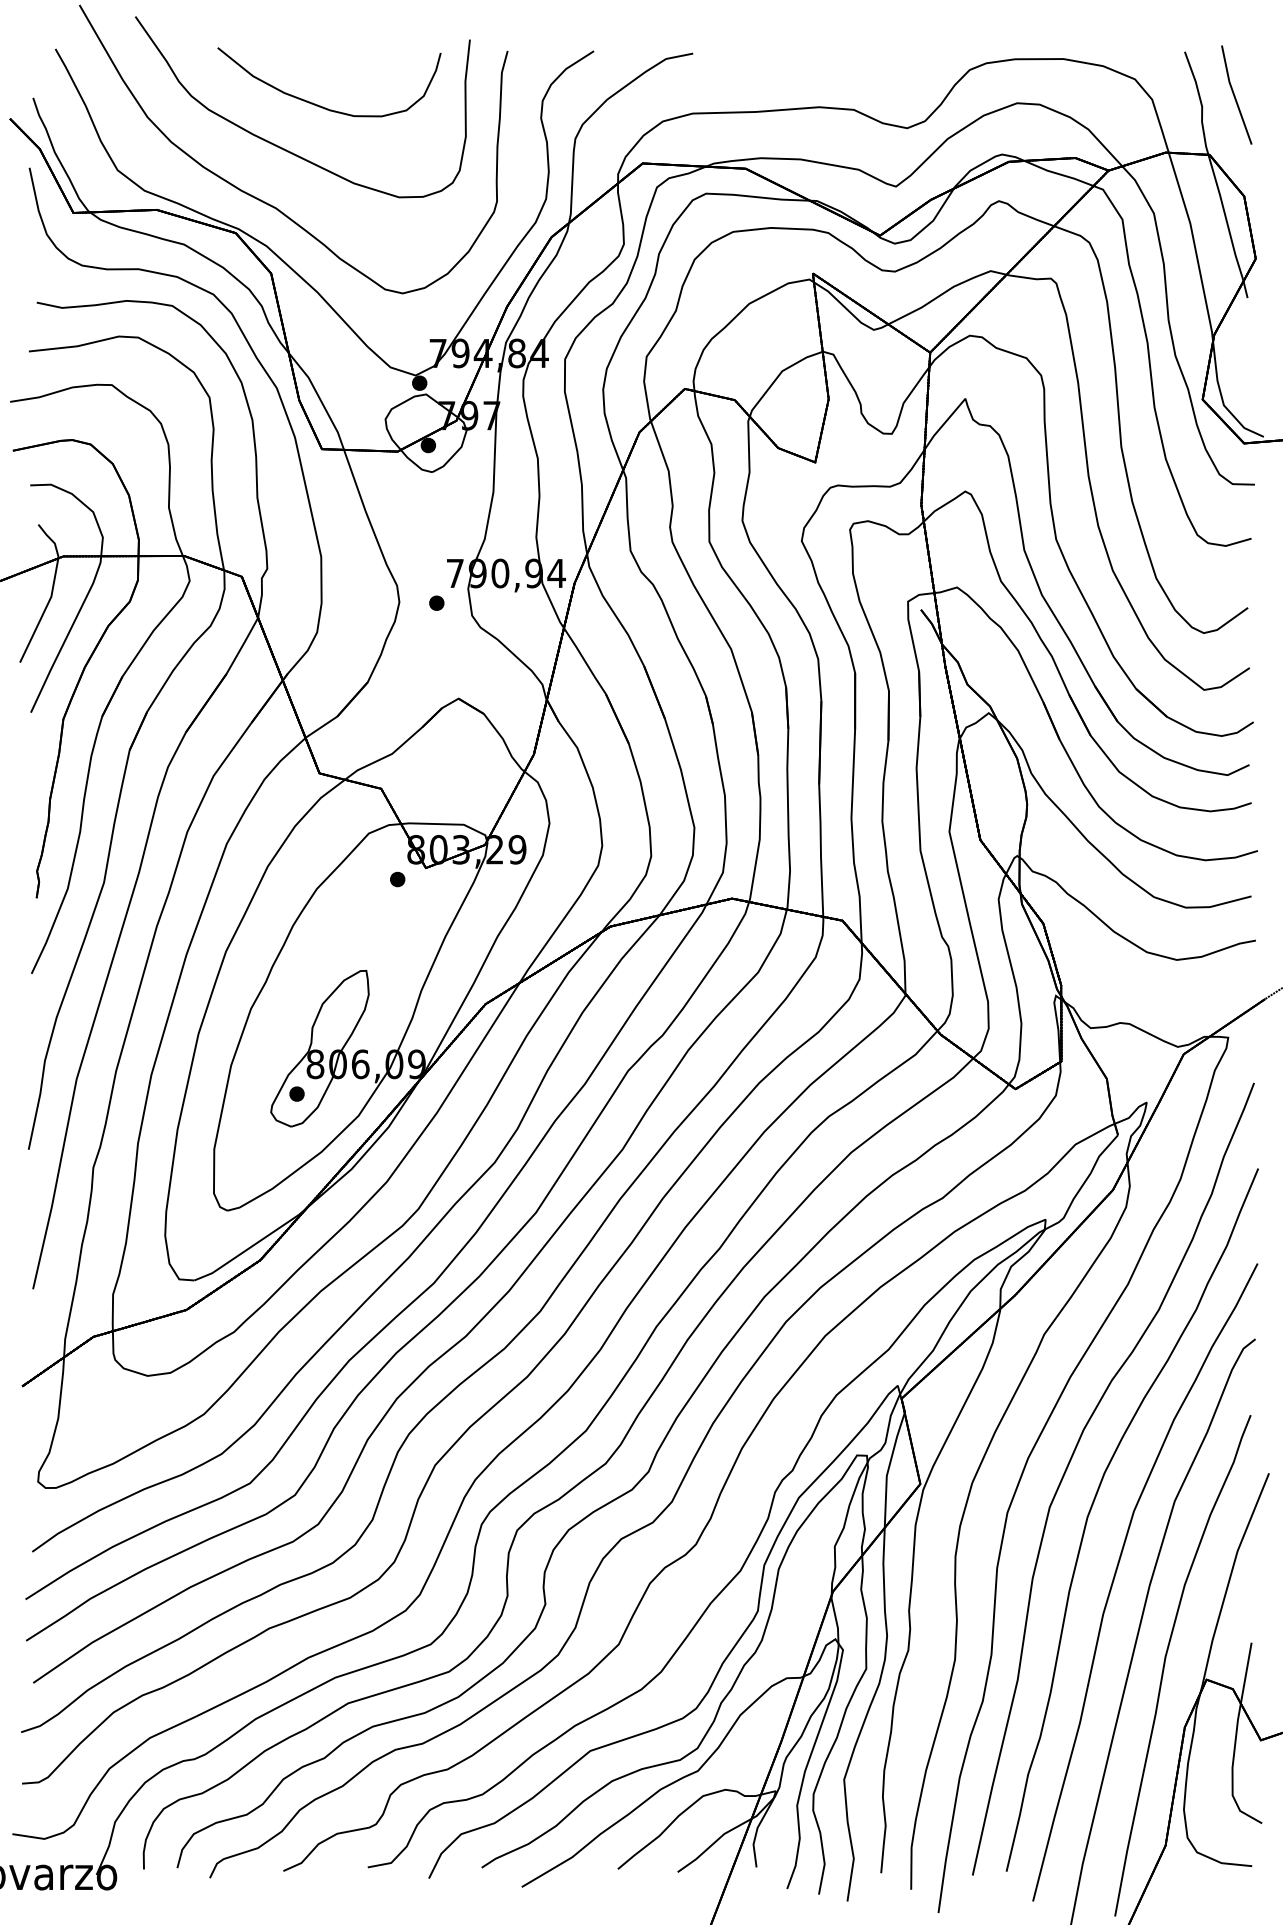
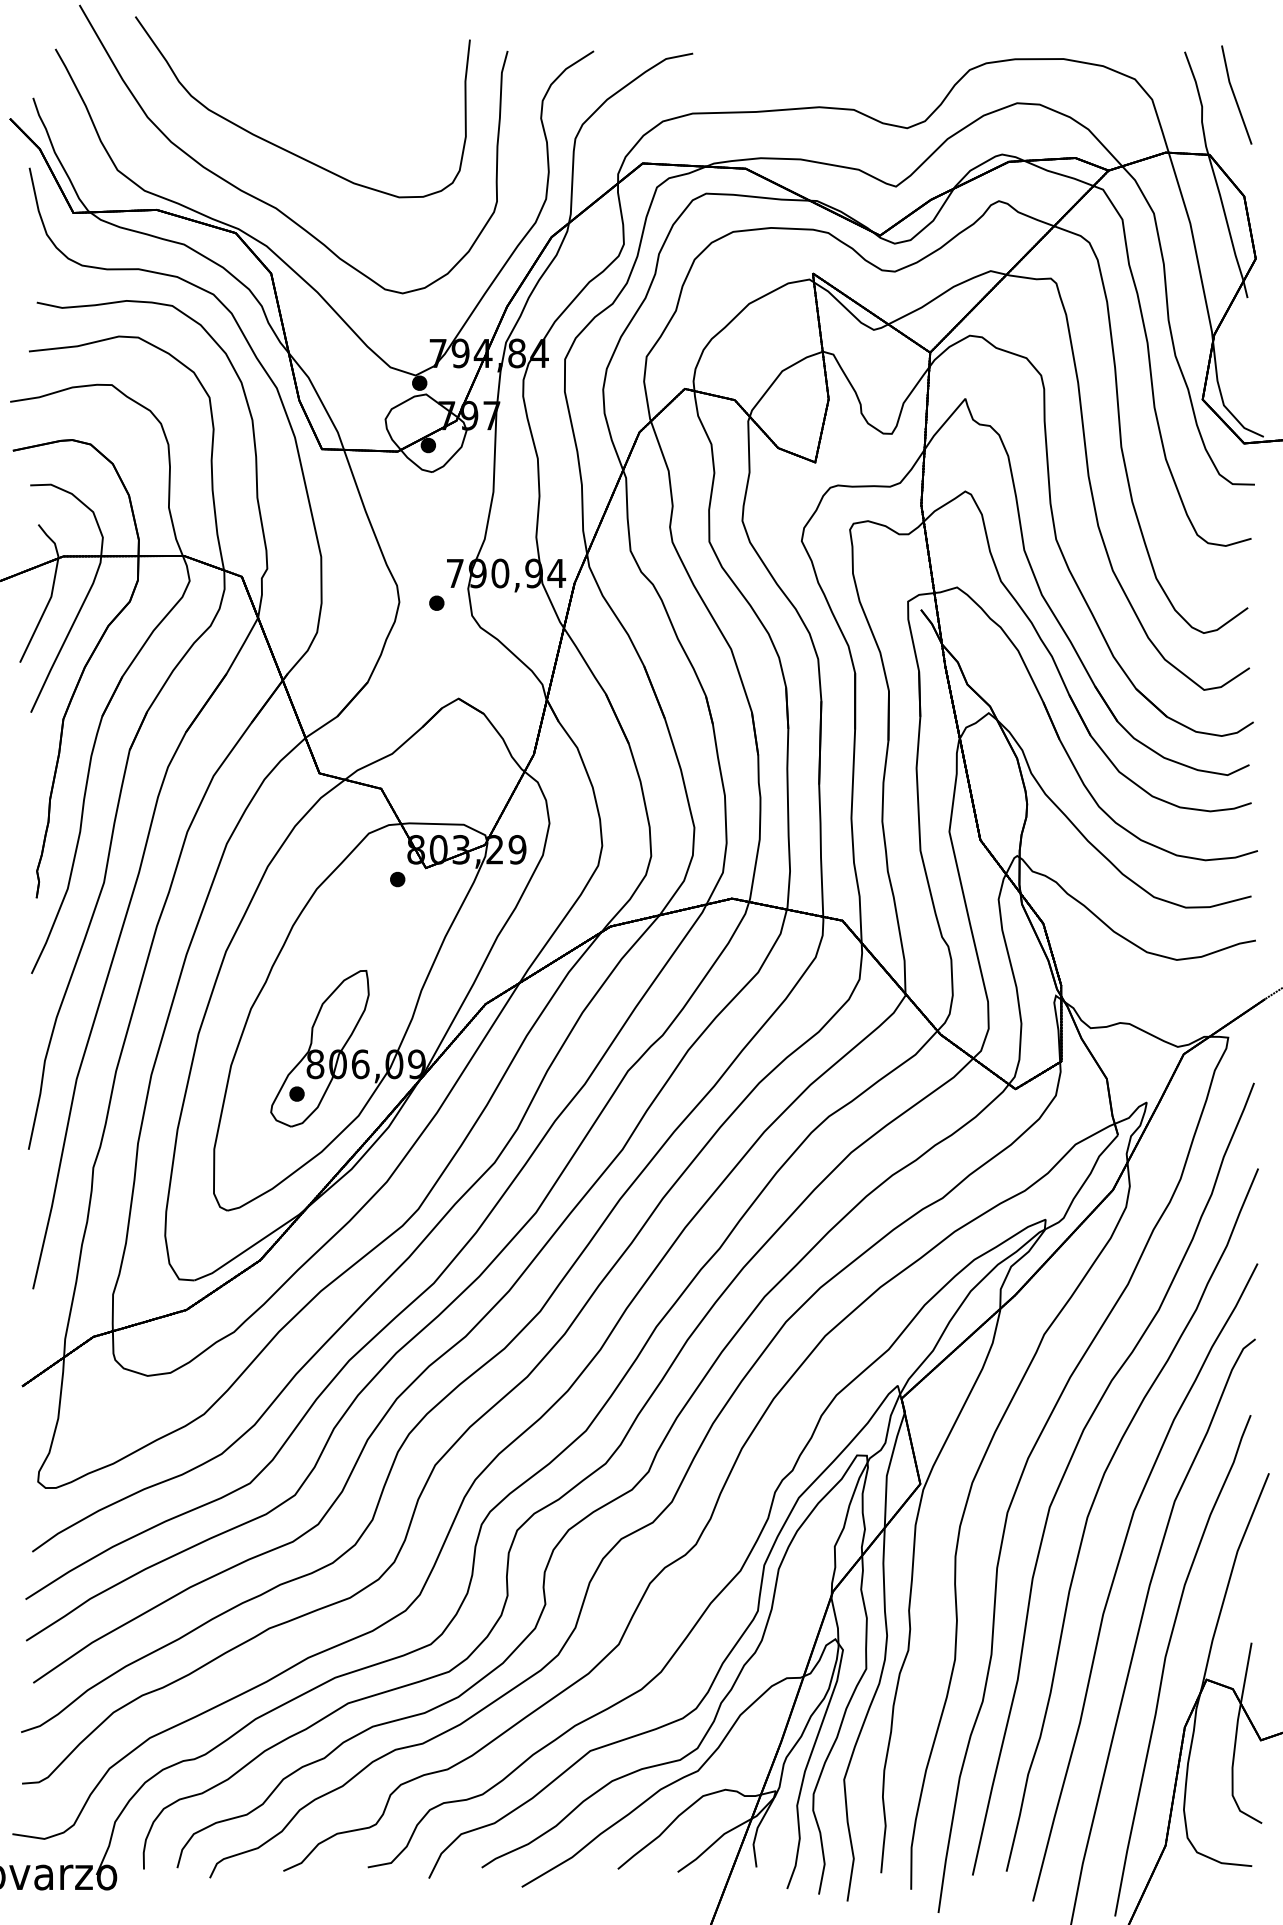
curve at (320, 105): present -> none
